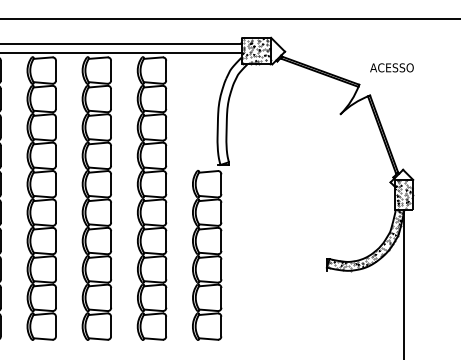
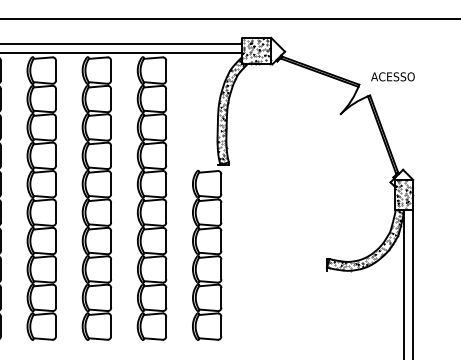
text at (391, 67) position: (391, 67) -> (392, 76)
hatch at (231, 111): none -> present
line at (413, 282): none -> present
